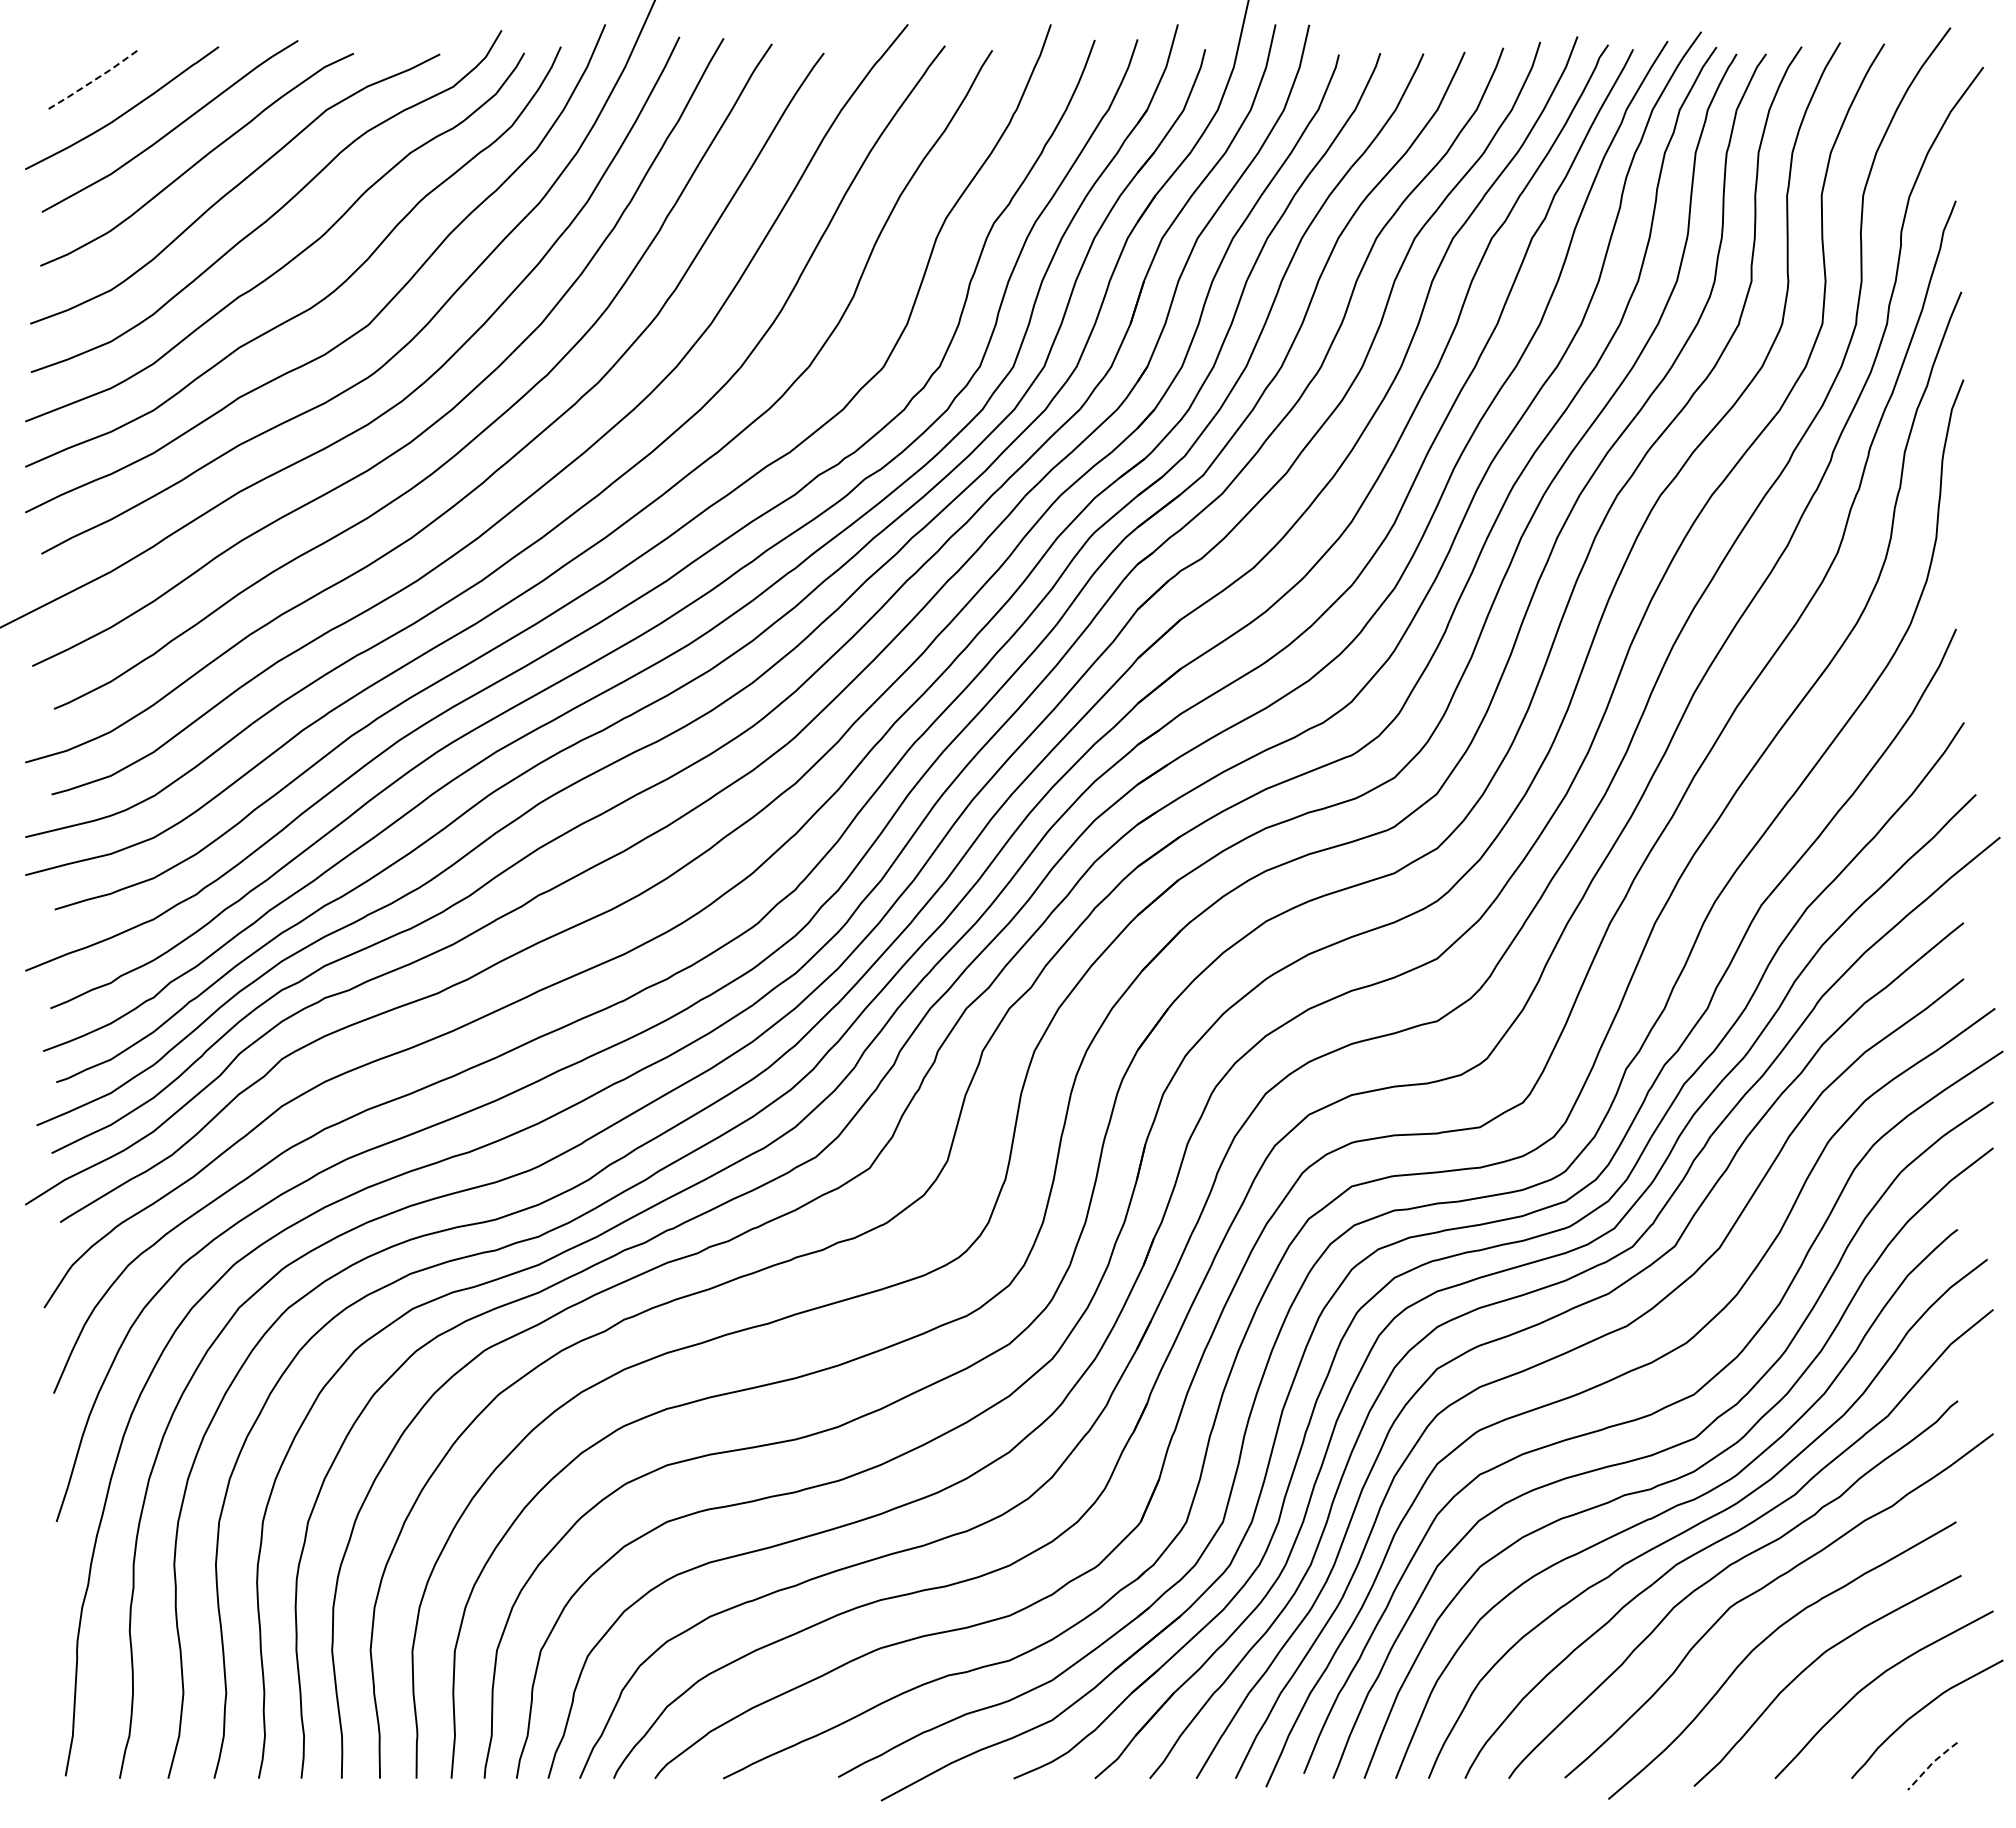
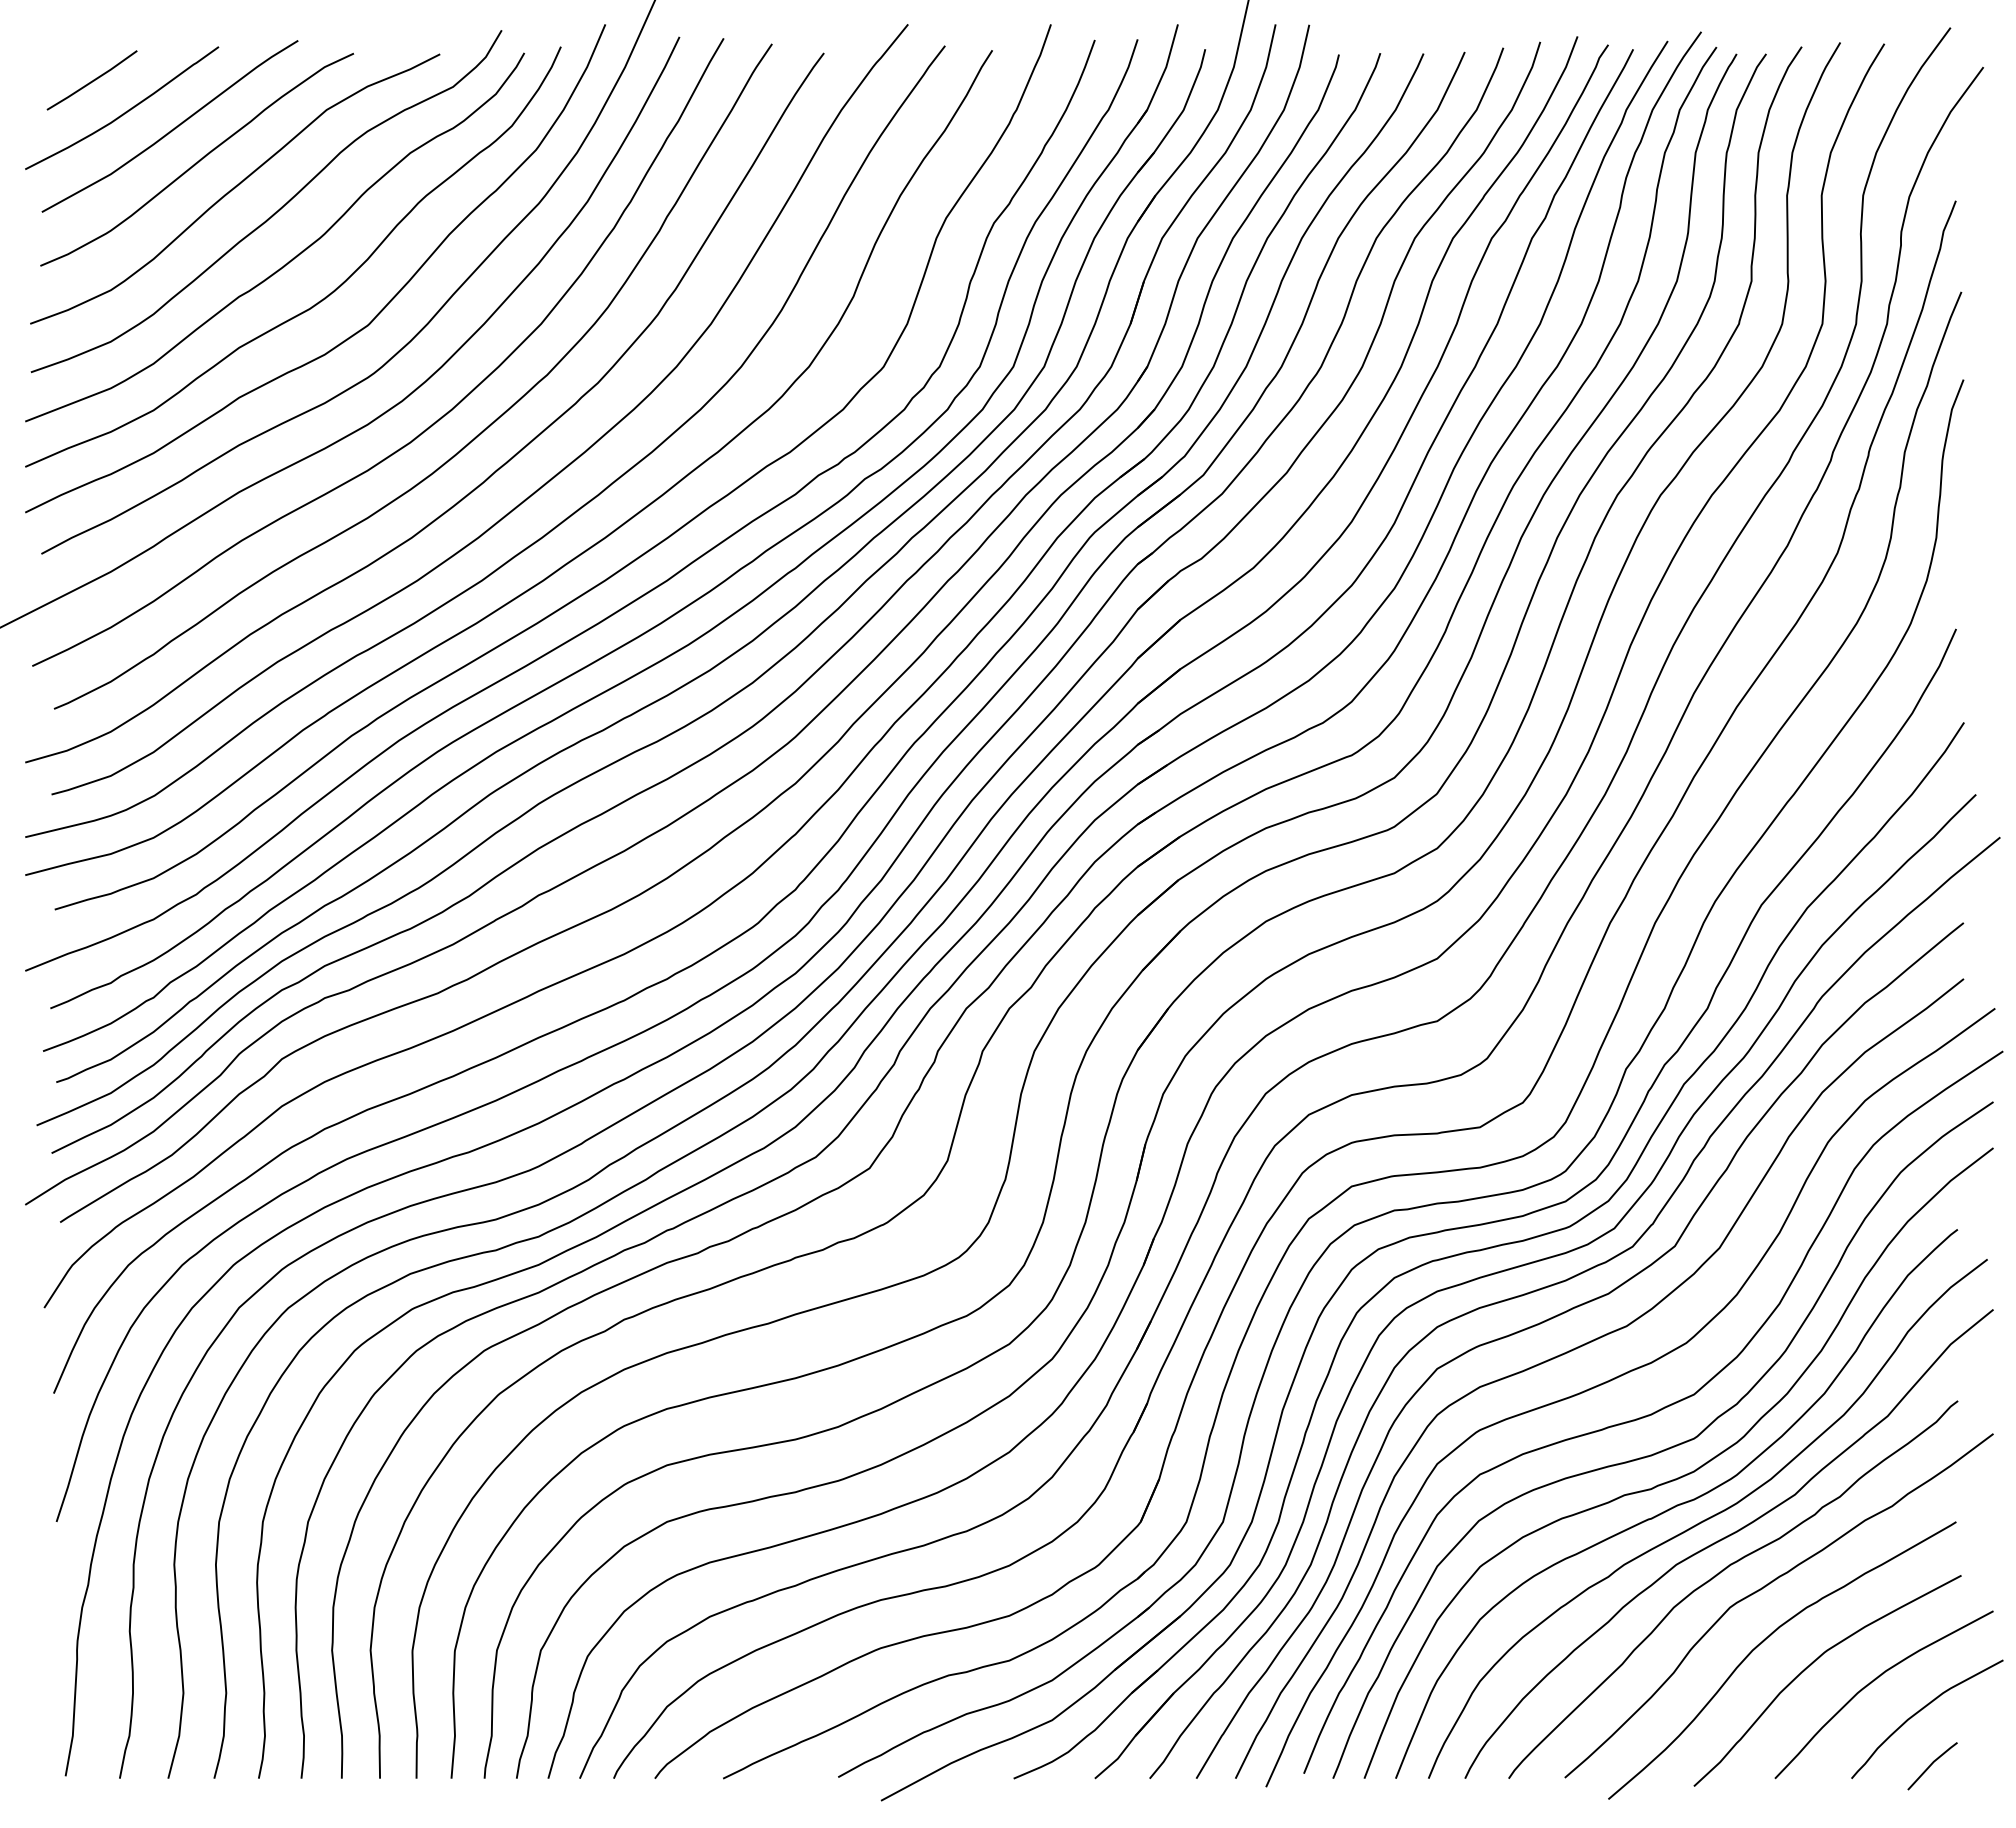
line at (92, 81): dashed -> solid
line at (1931, 1763): dashed -> solid
